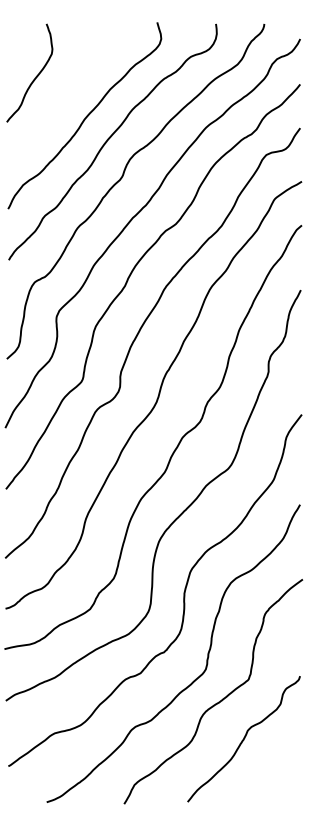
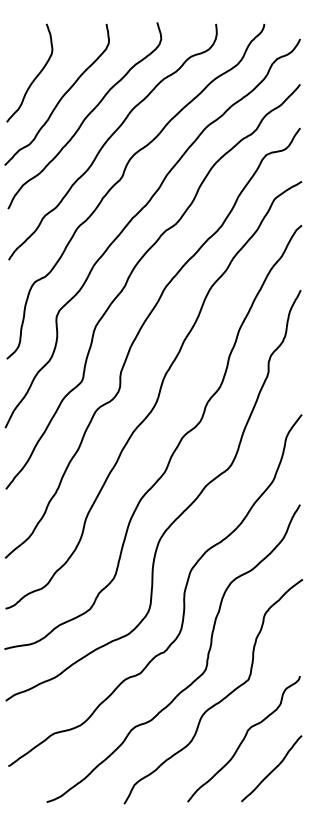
curve at (61, 96): none -> present
curve at (272, 769): none -> present
